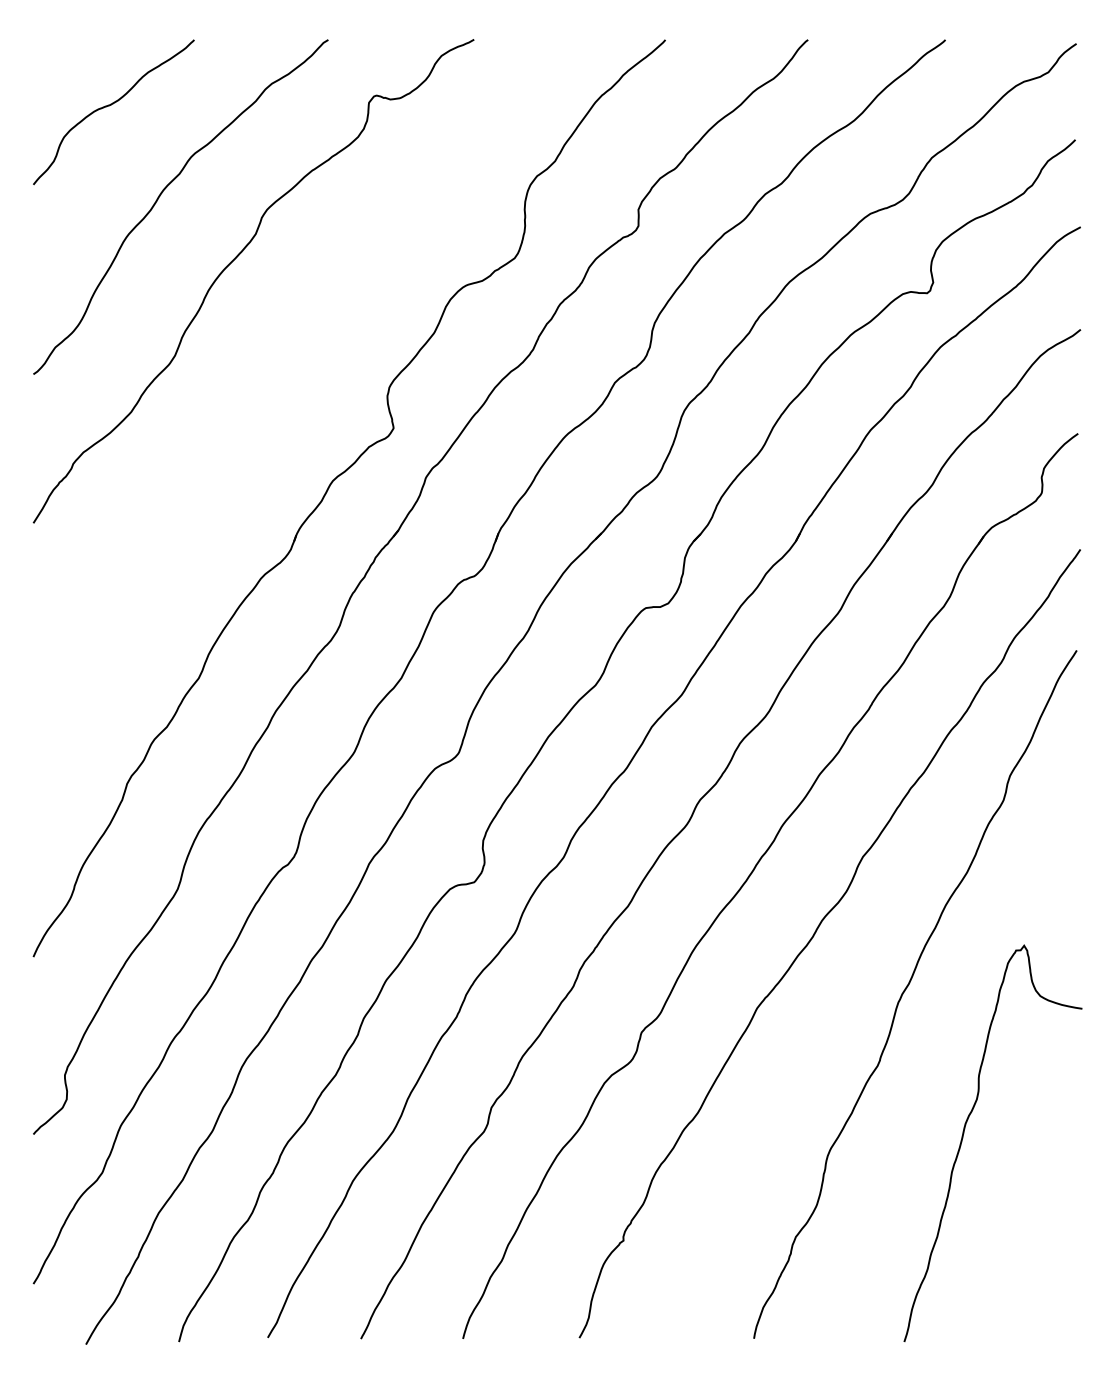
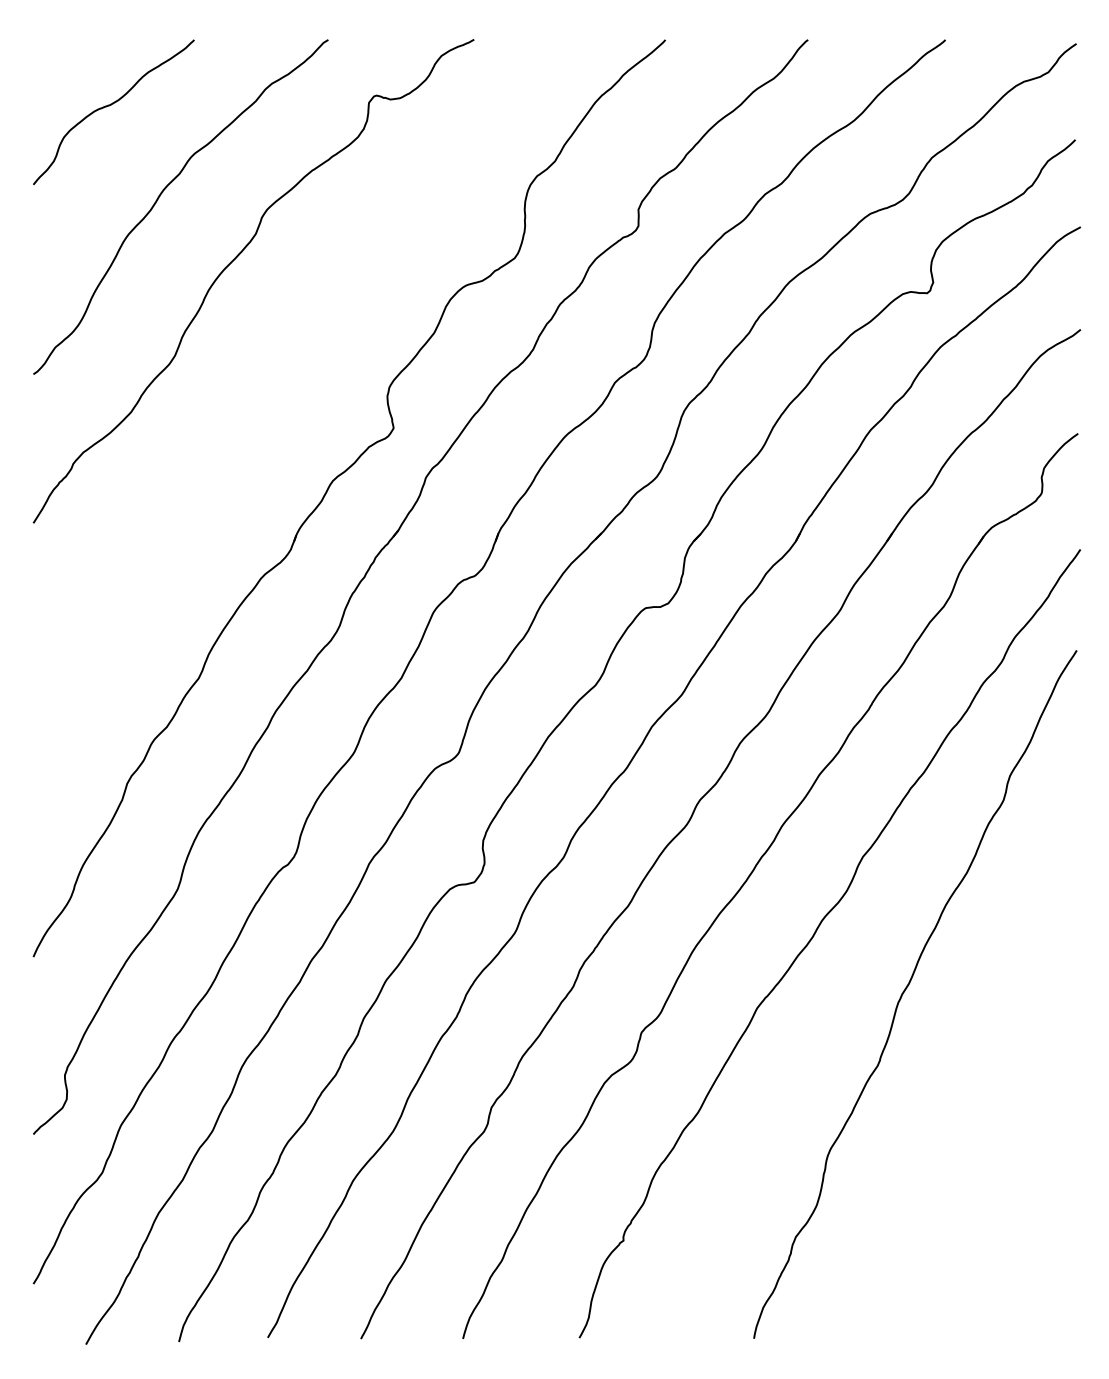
curve at (963, 1138): present -> none
